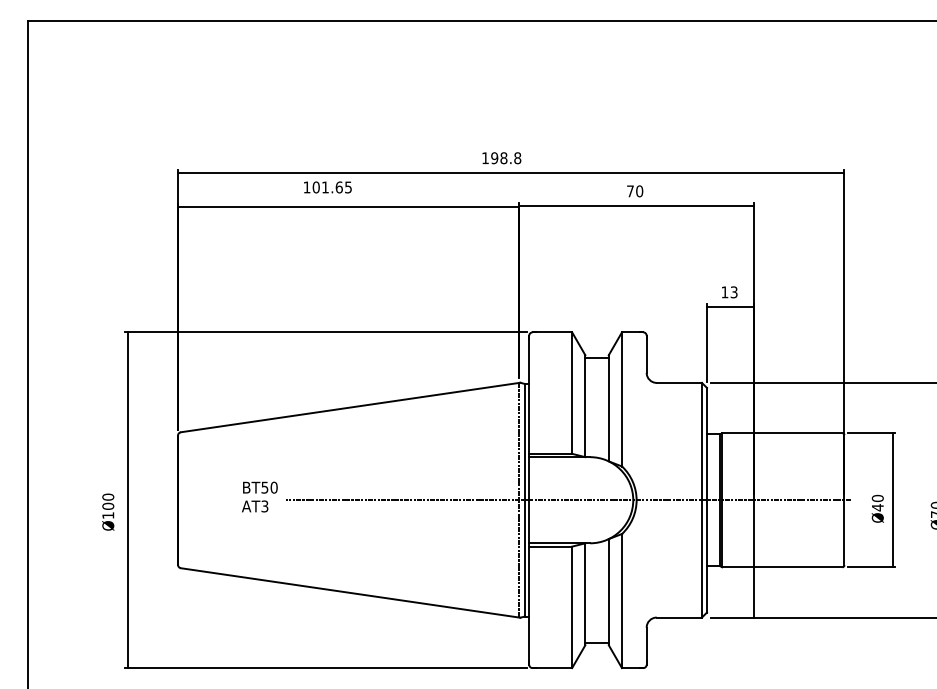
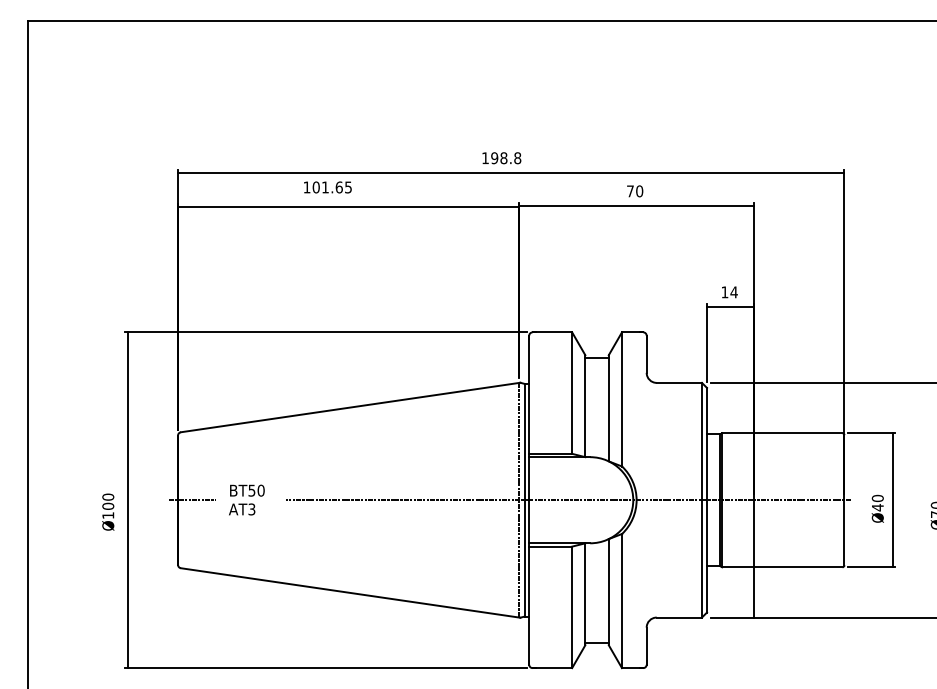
text at (733, 292): 13 -> 14
text at (259, 496) position: (259, 496) -> (246, 499)
line at (192, 500): none -> present
